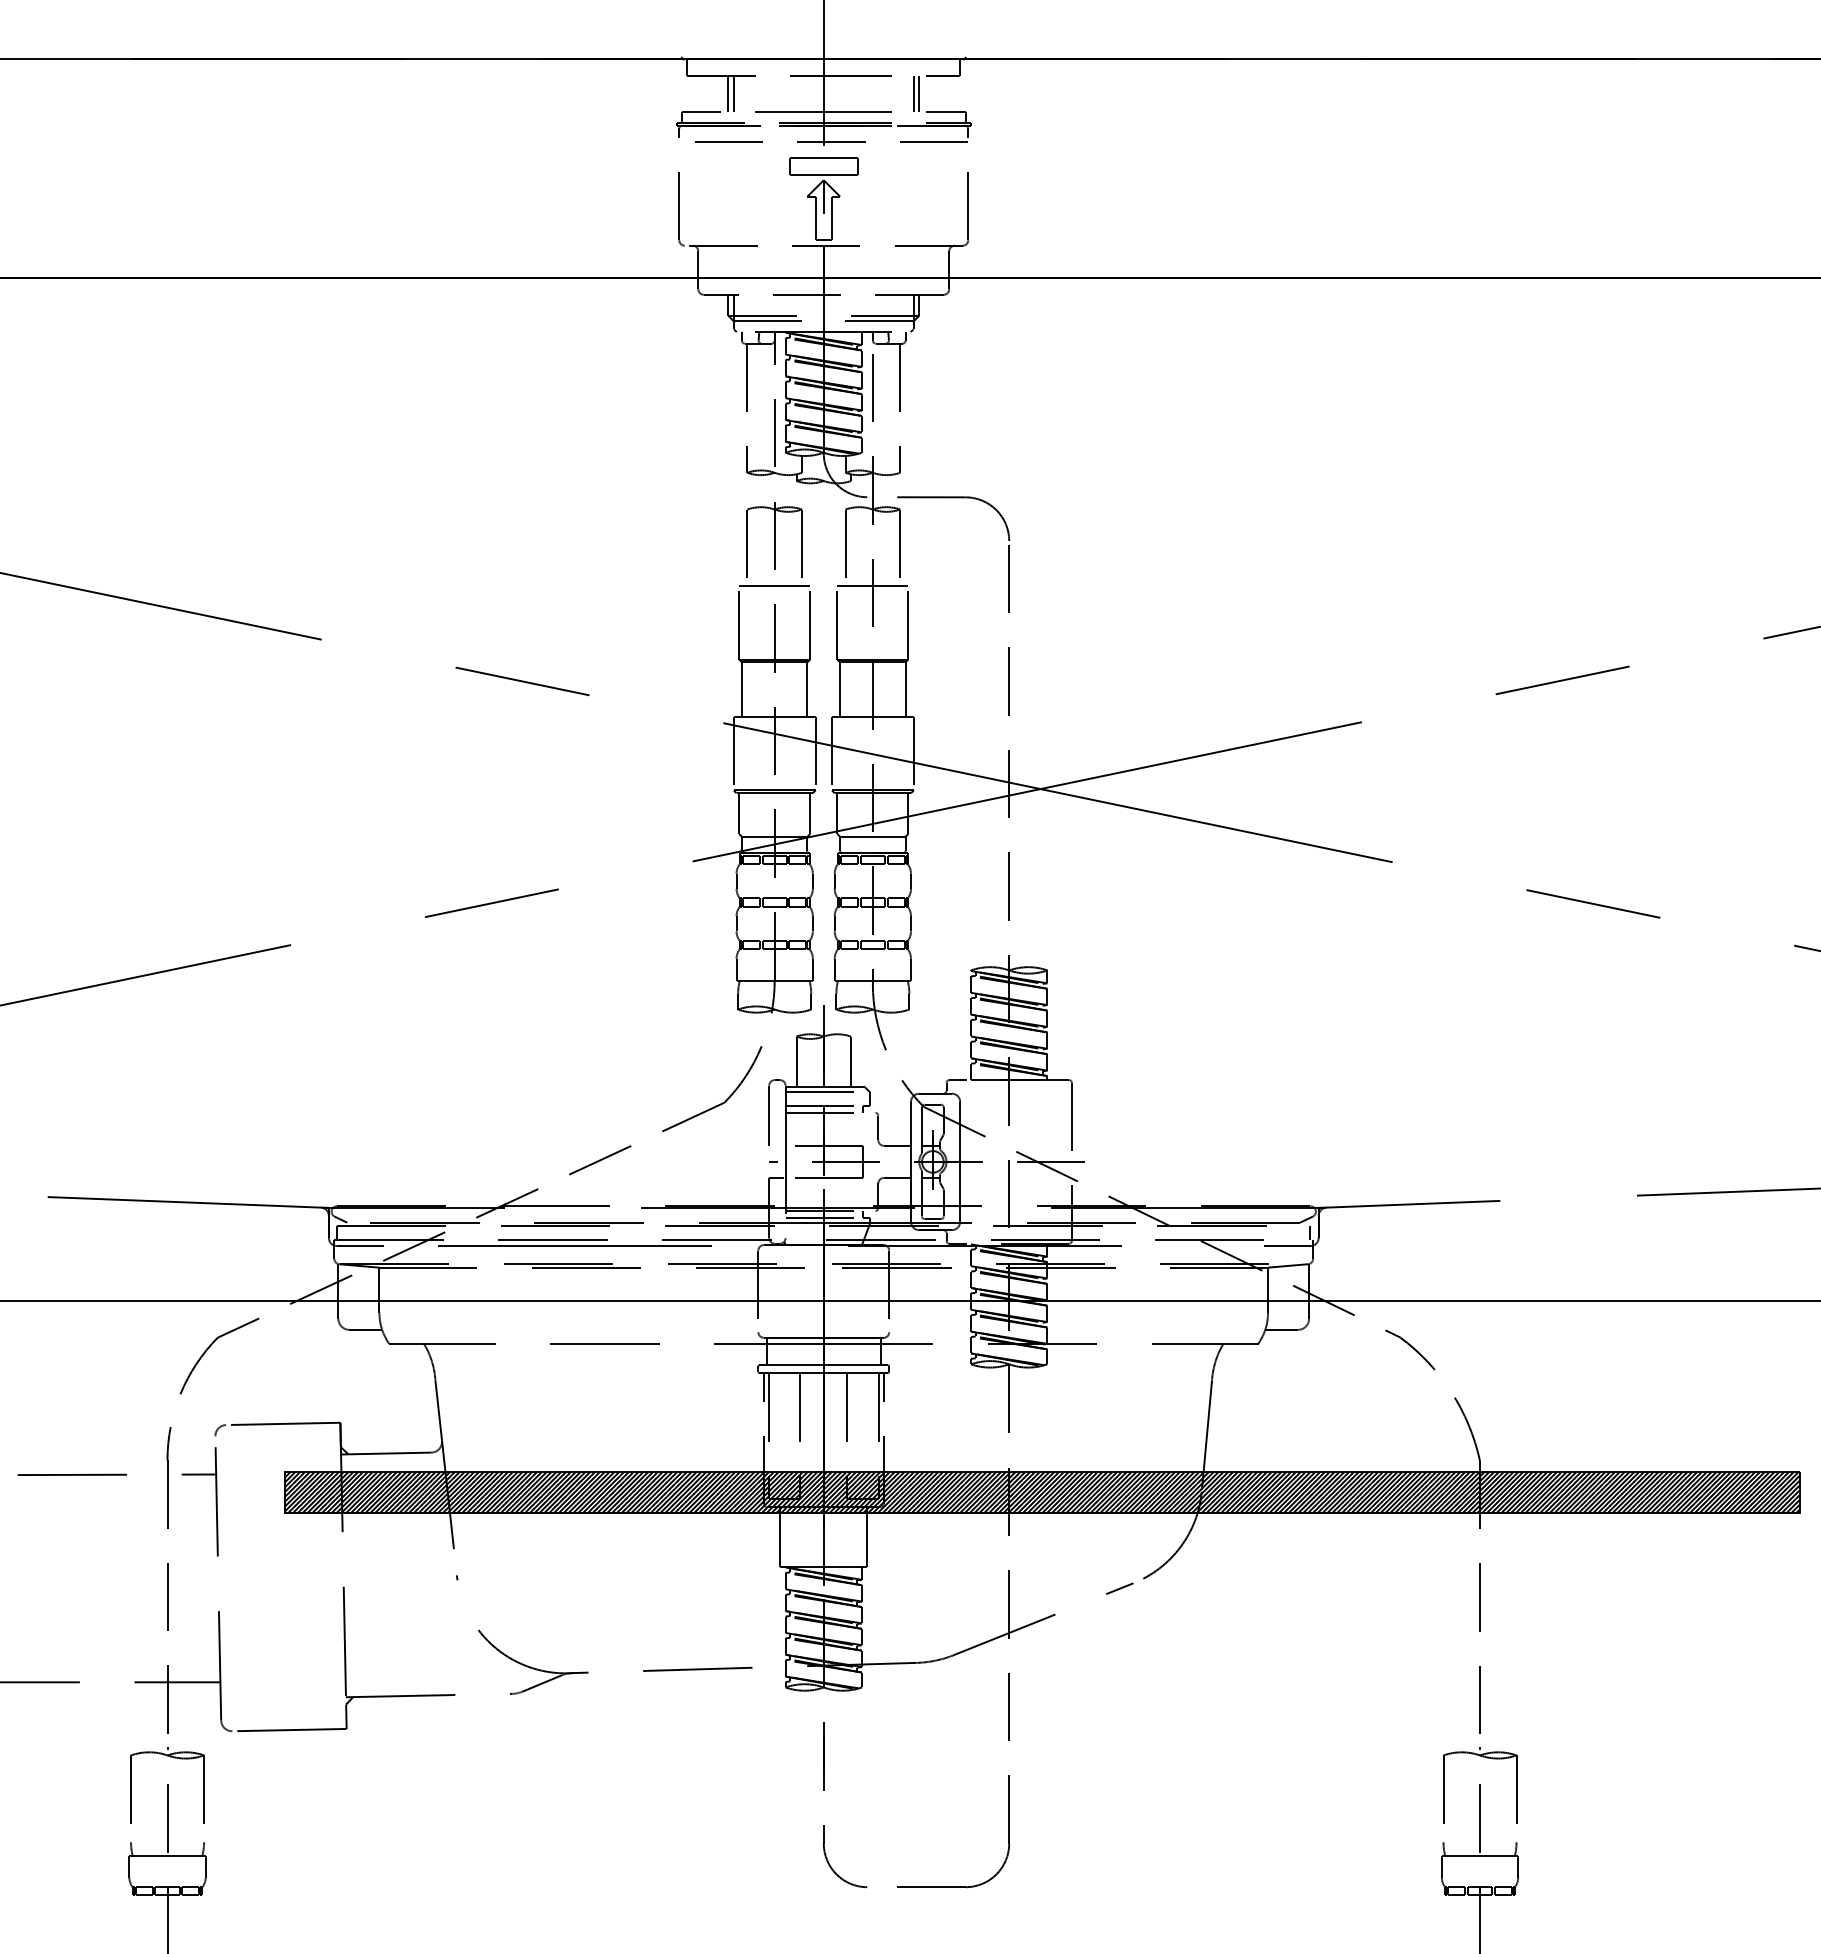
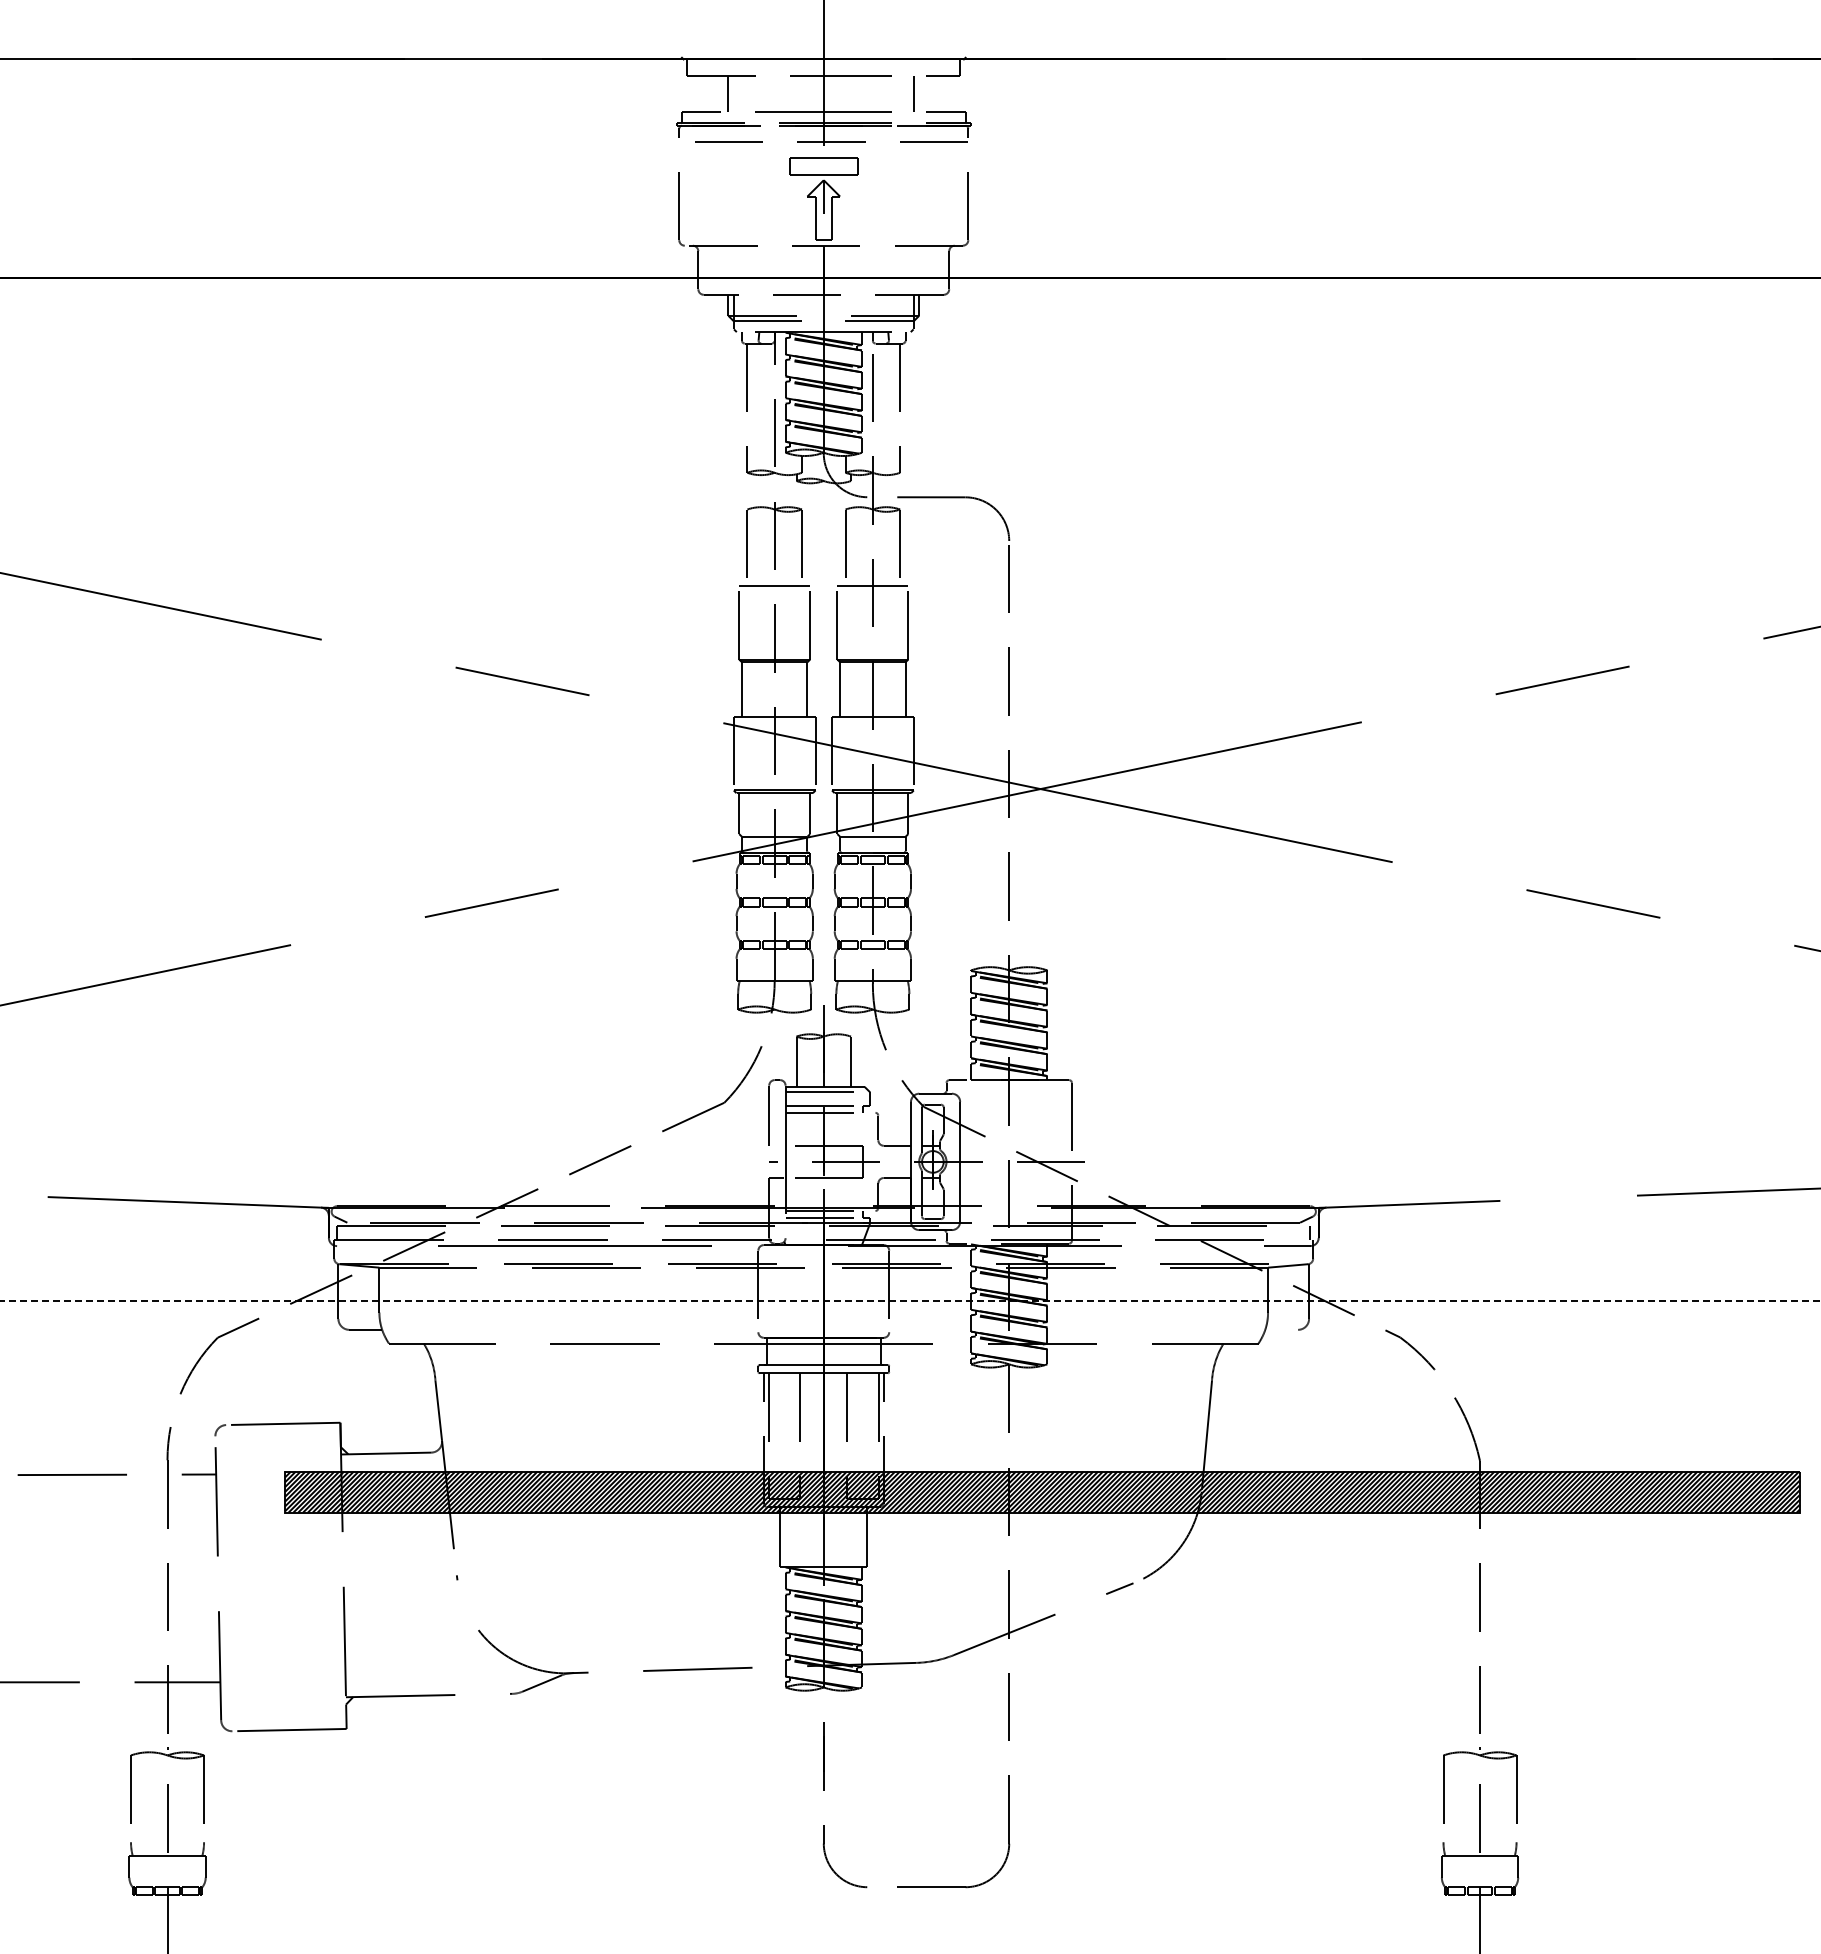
line at (733, 93): present -> none
line at (919, 93): present -> none
line at (360, 1246): present -> none
line at (910, 1300): solid -> dashed
line at (1281, 1329): present -> none
